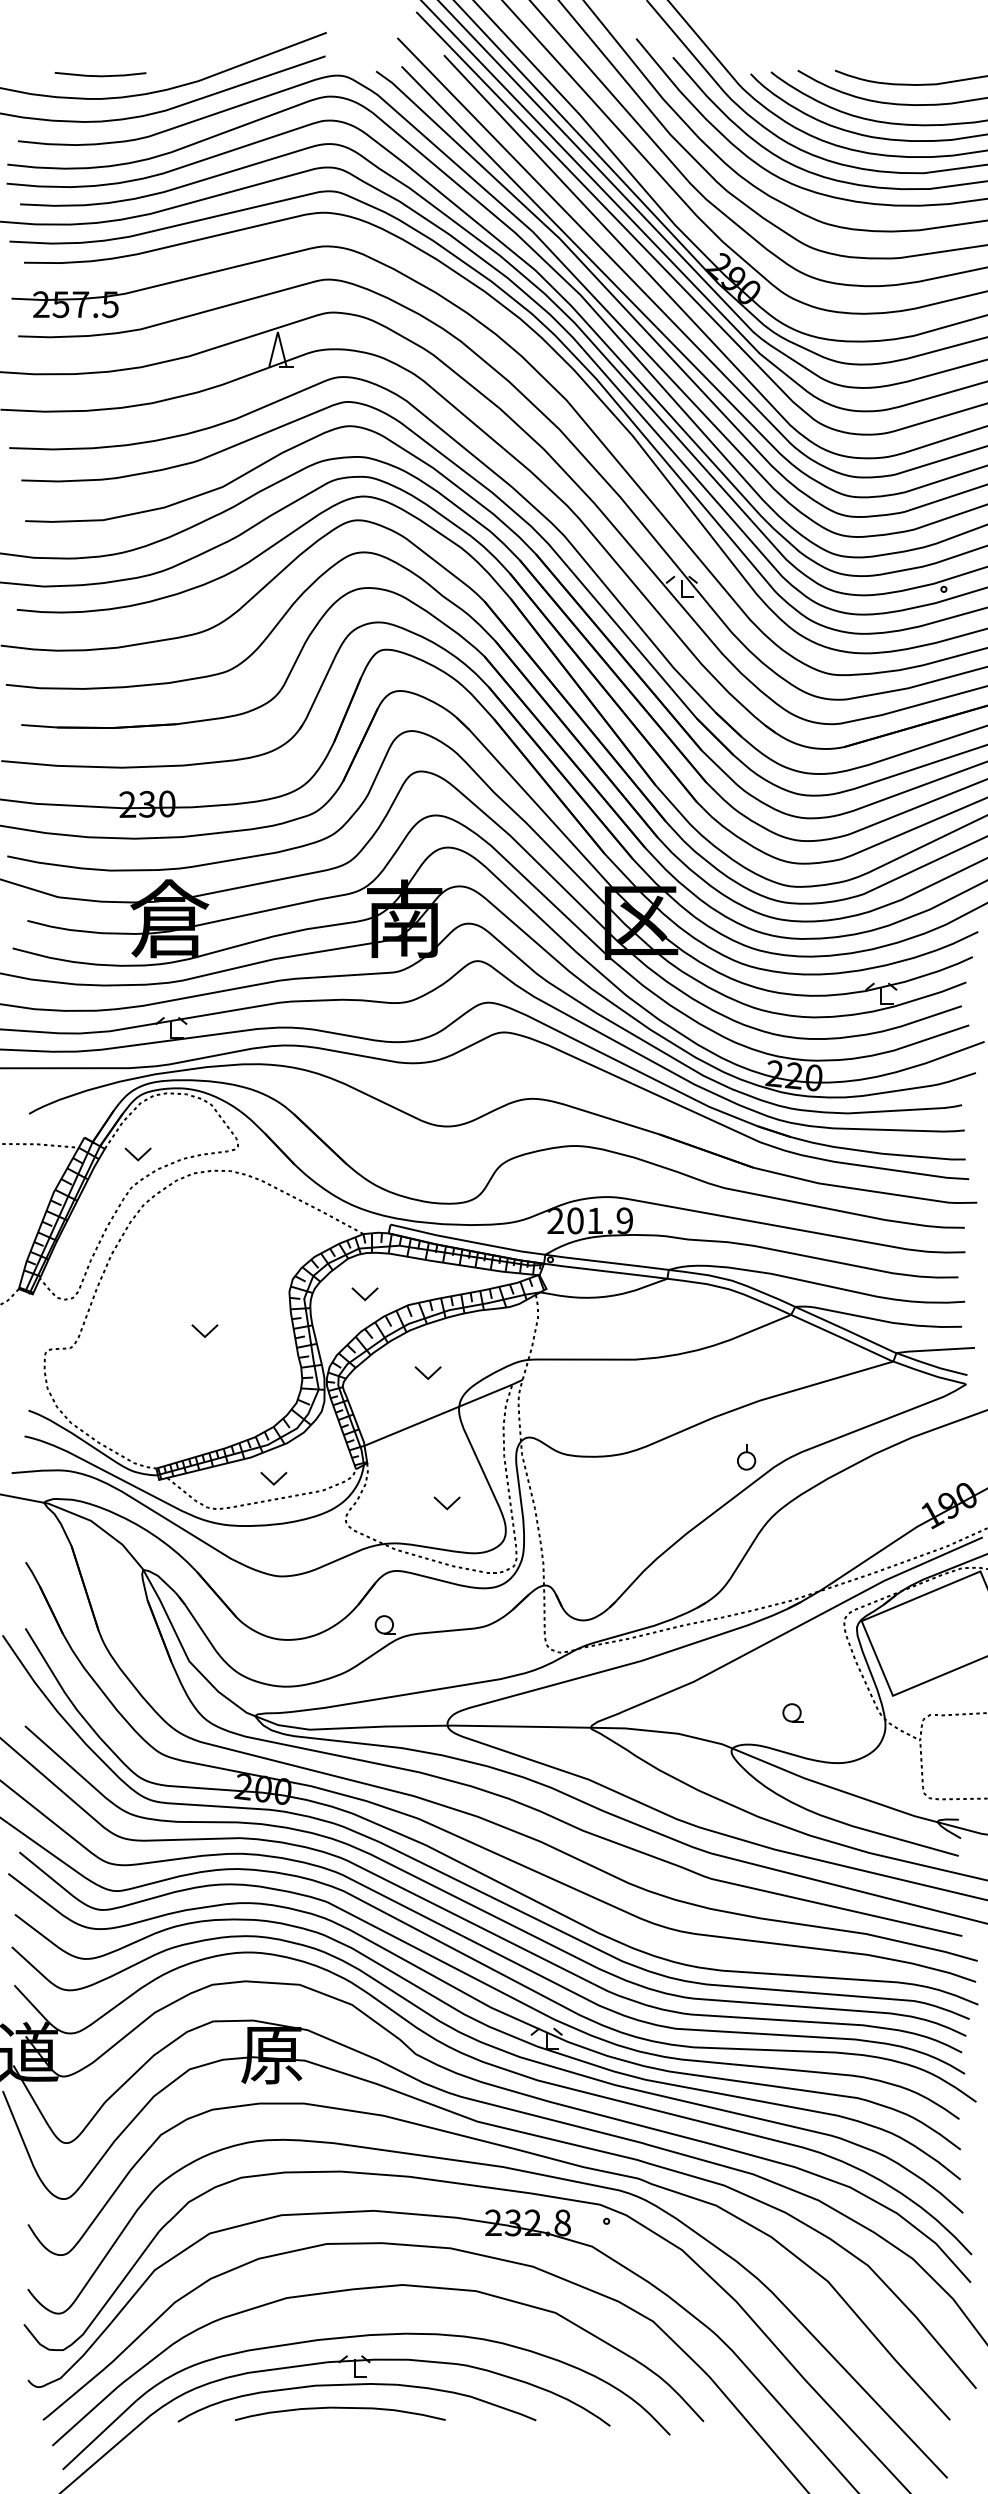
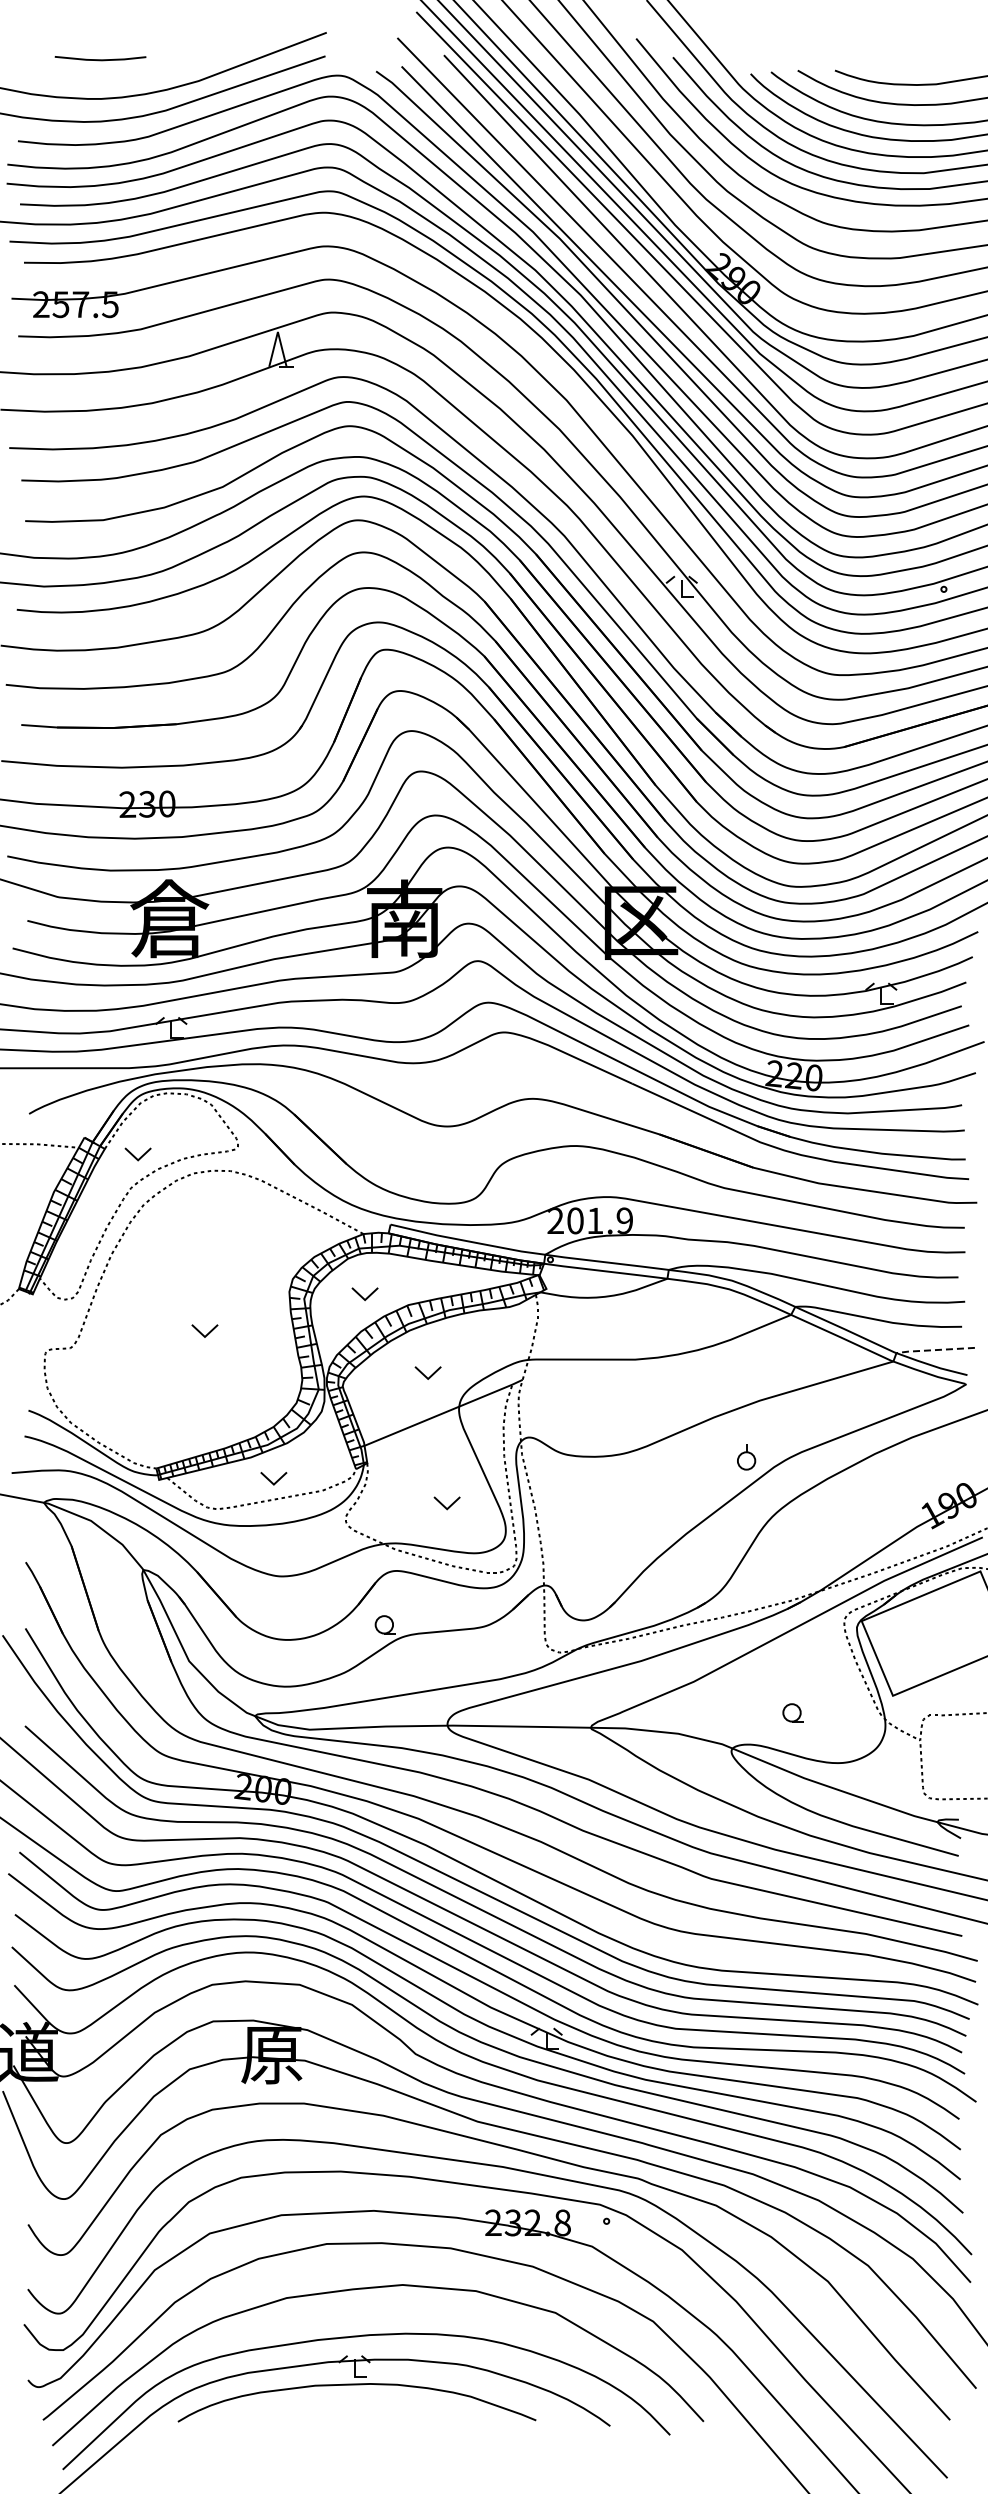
line at (100, 75) position: (100, 75) -> (100, 59)
line at (935, 1350): solid -> dashed
curve at (340, 2408): present -> none
